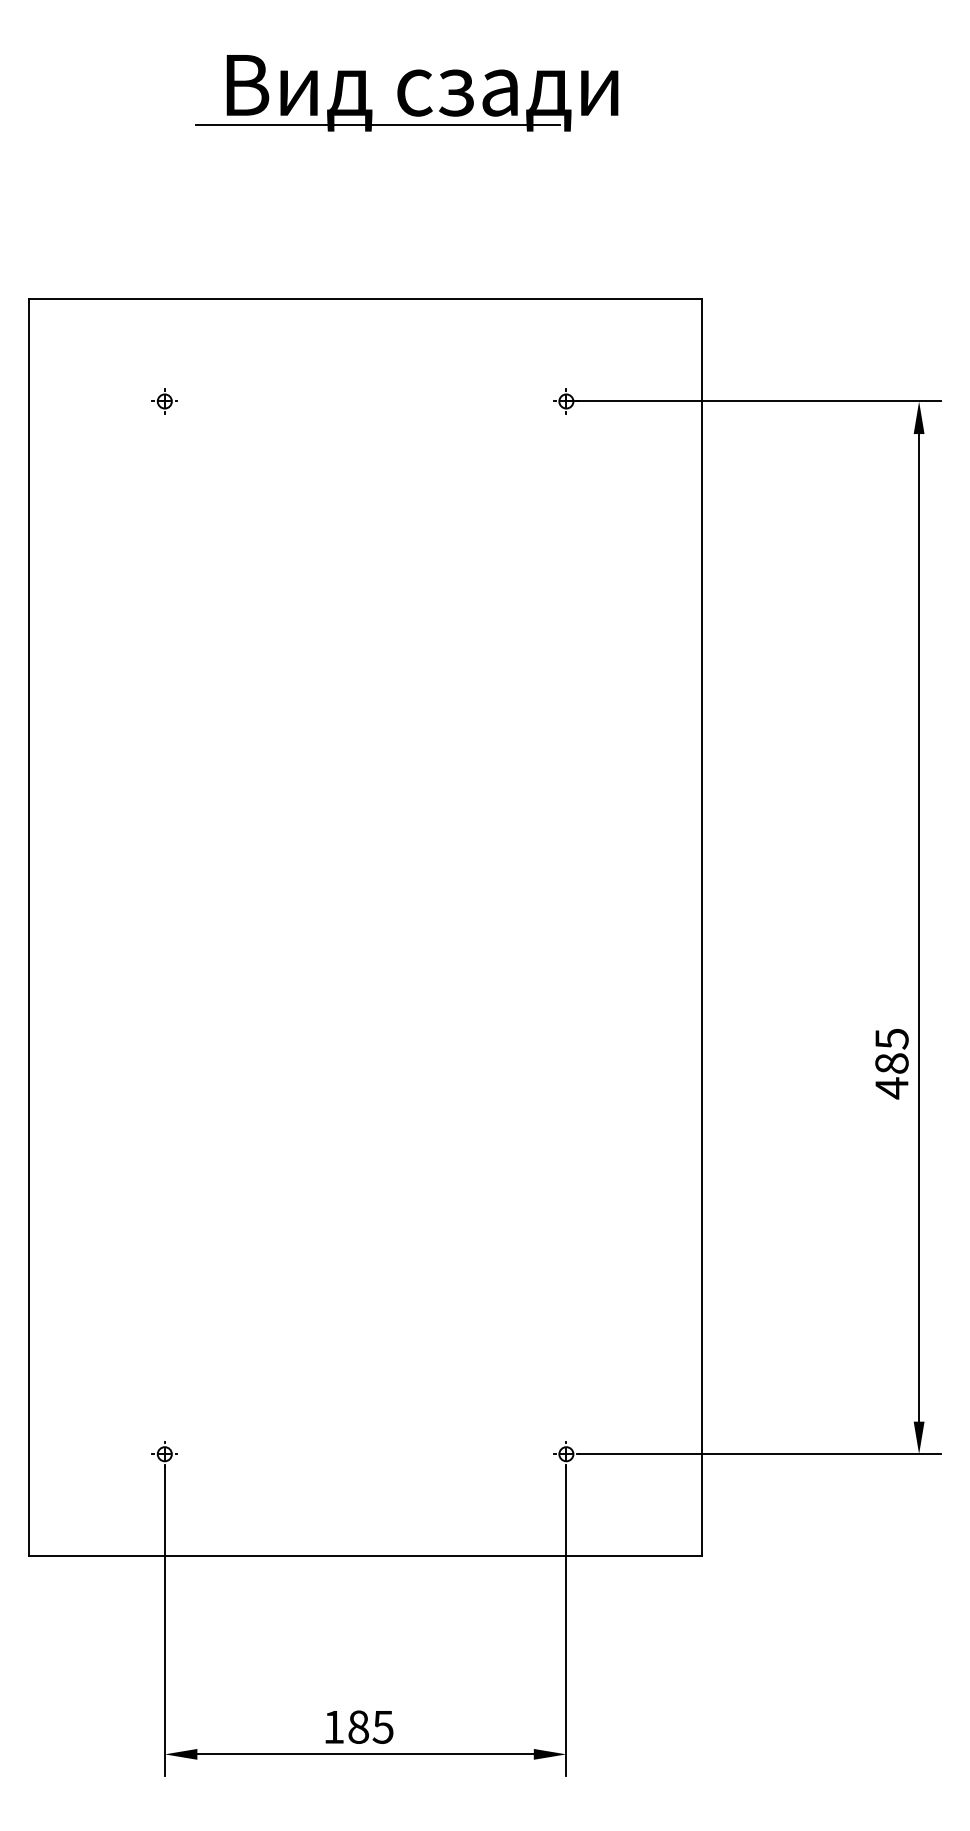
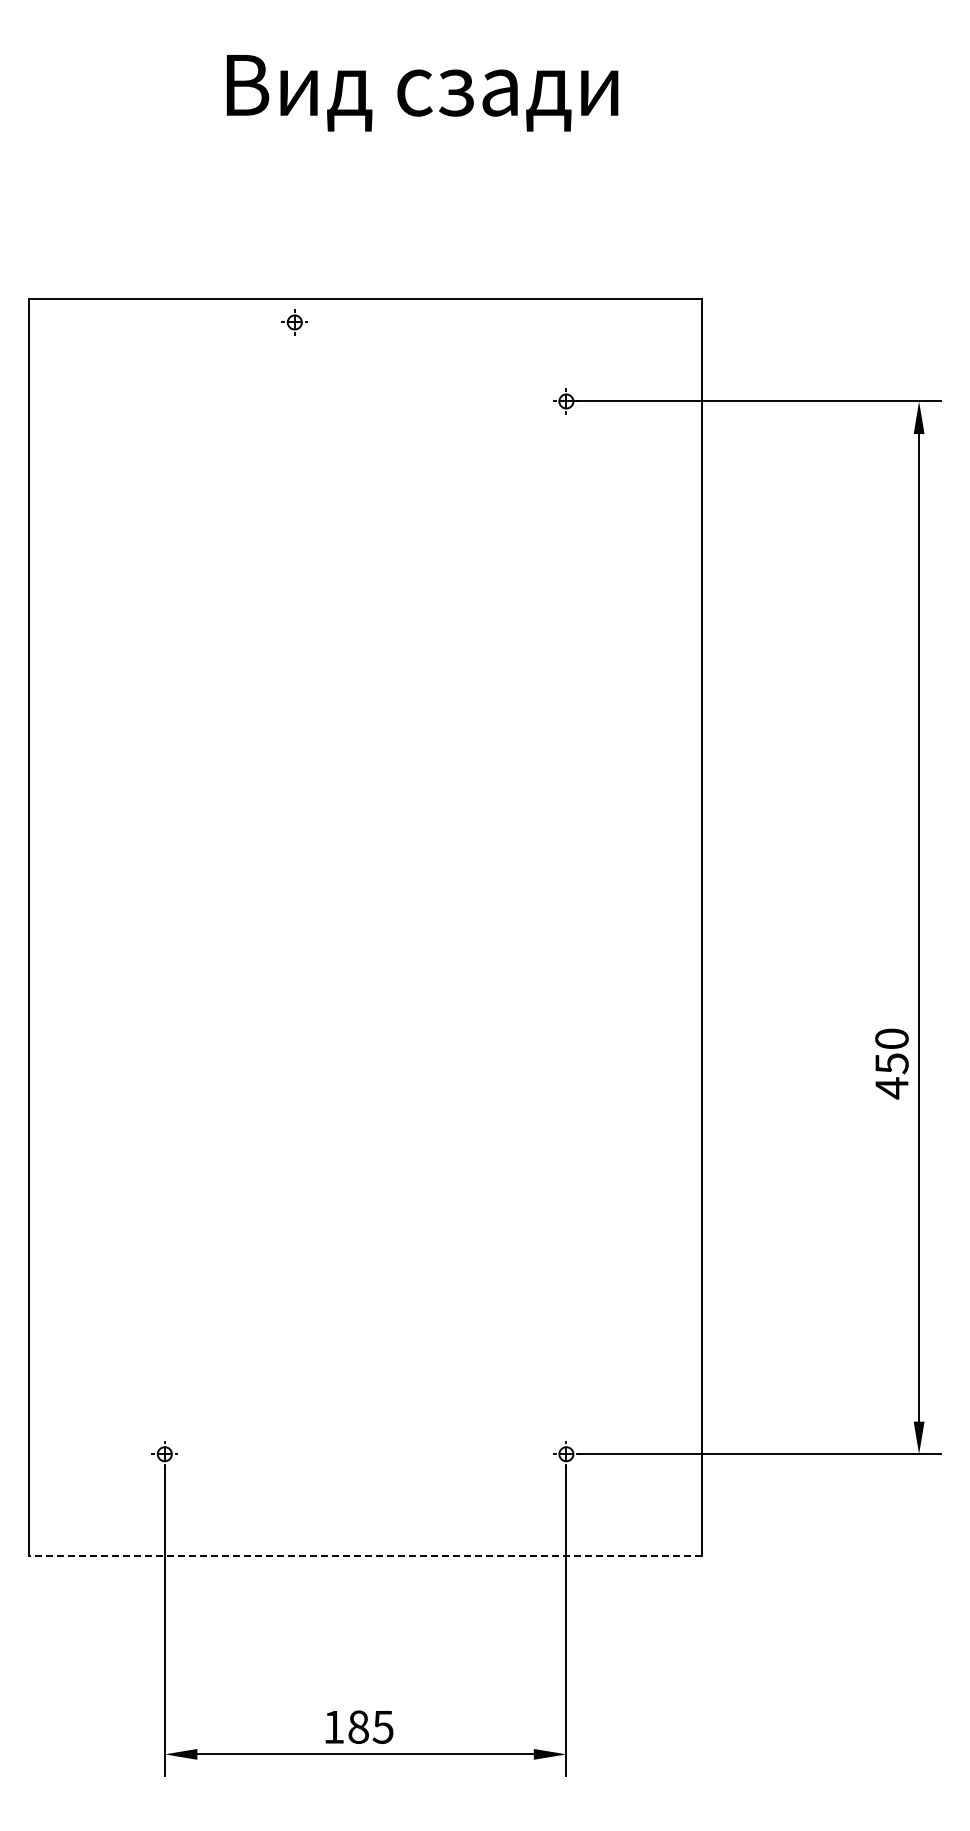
line at (378, 125): present -> none
part at (164, 401) position: (164, 401) -> (294, 322)
text at (891, 1051): 485 -> 450
line at (365, 1556): solid -> dashed
